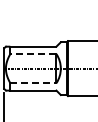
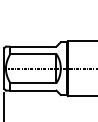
line at (32, 54): dashed -> solid
line at (33, 83): dashed -> solid
